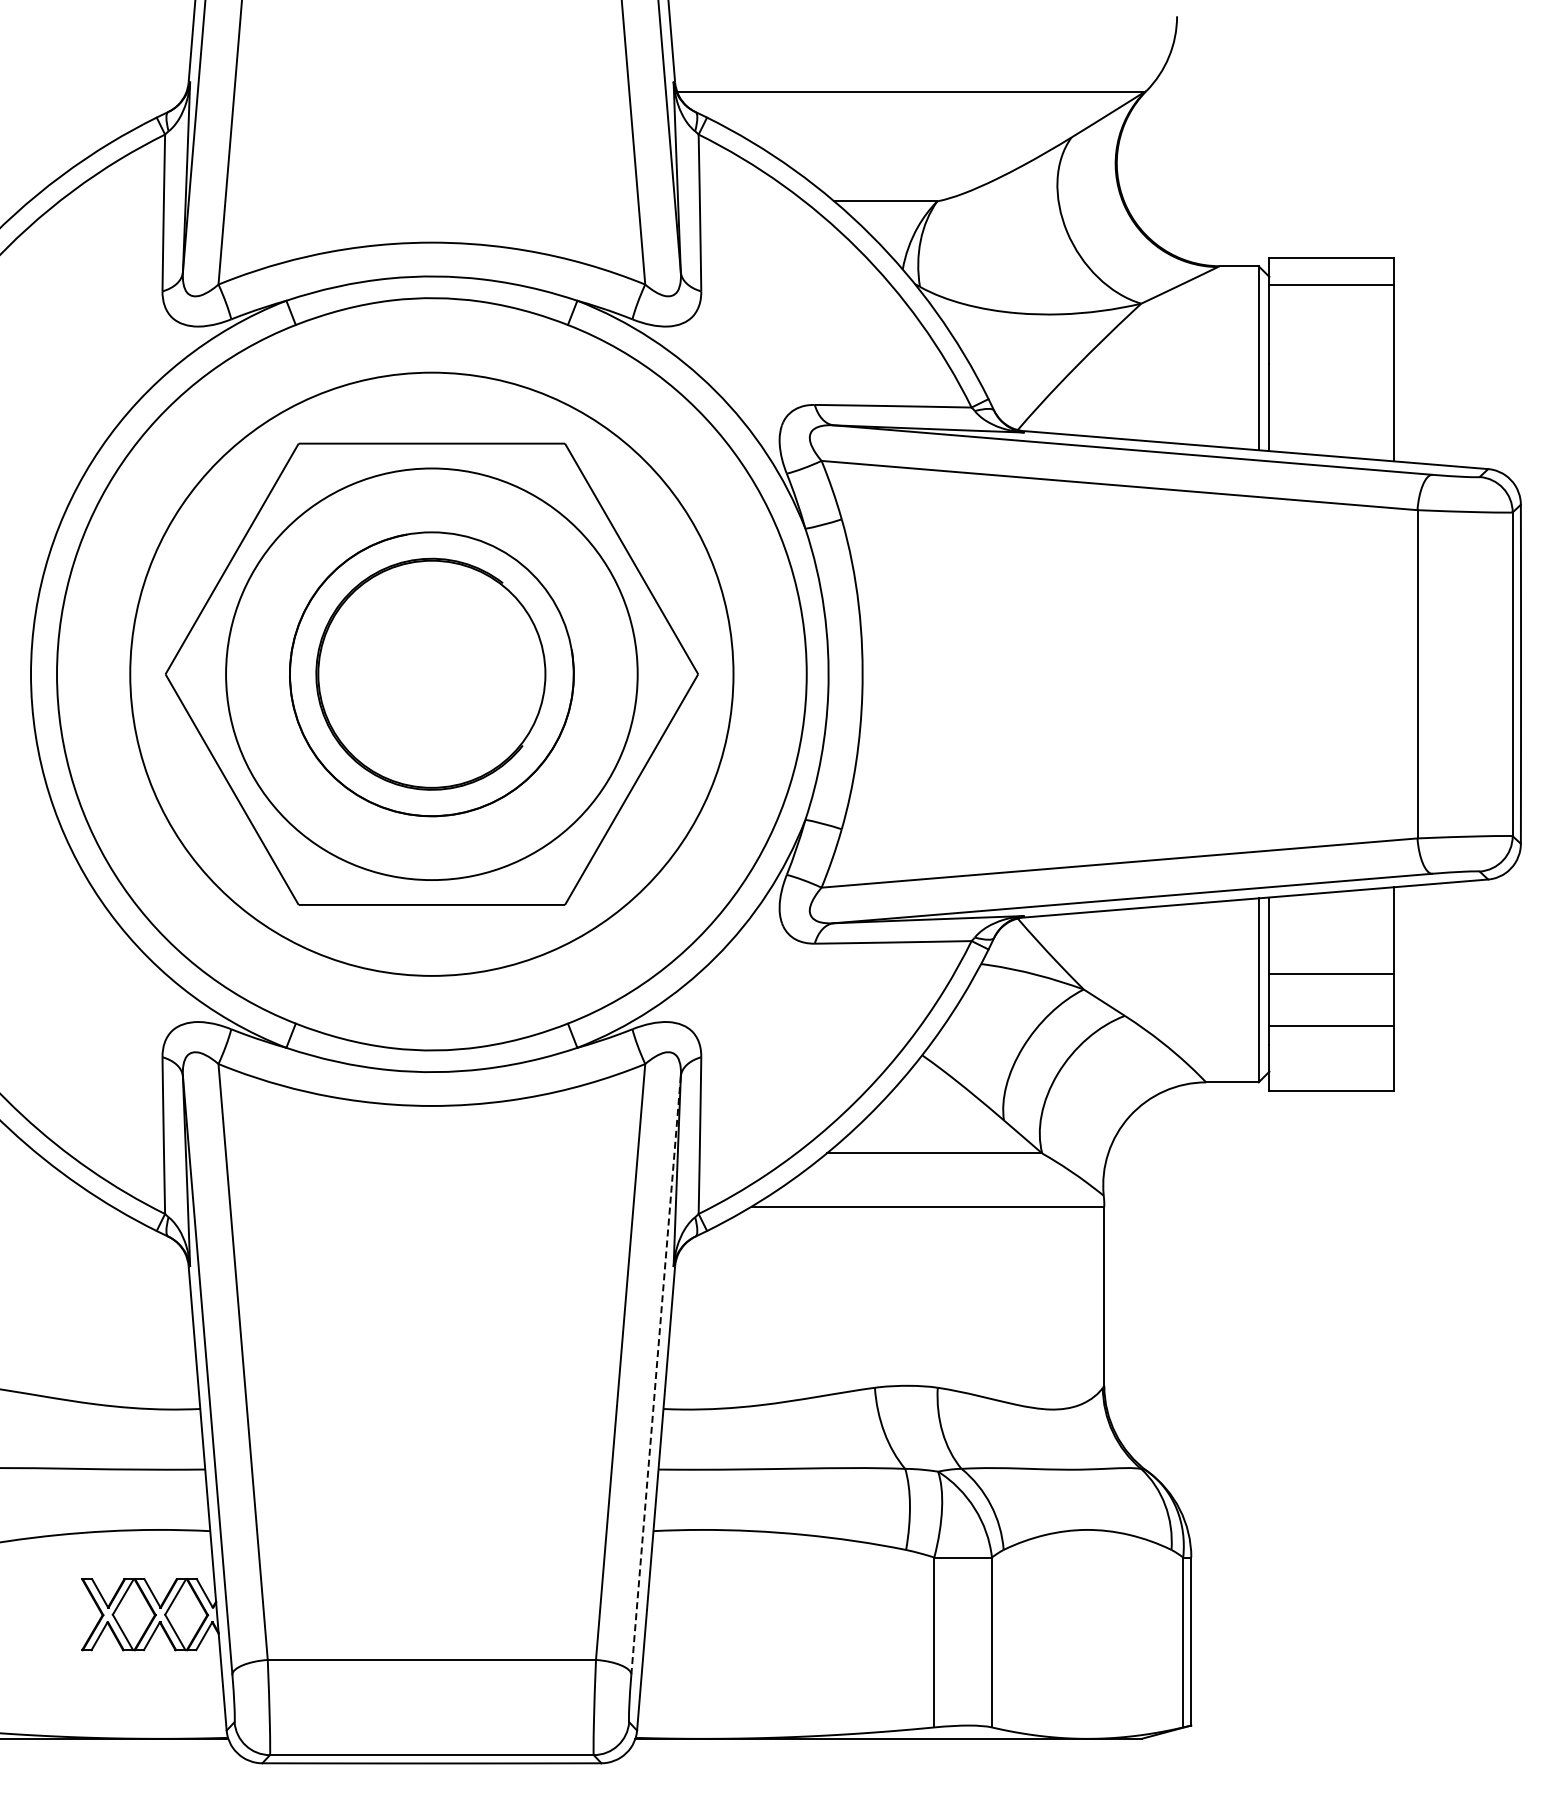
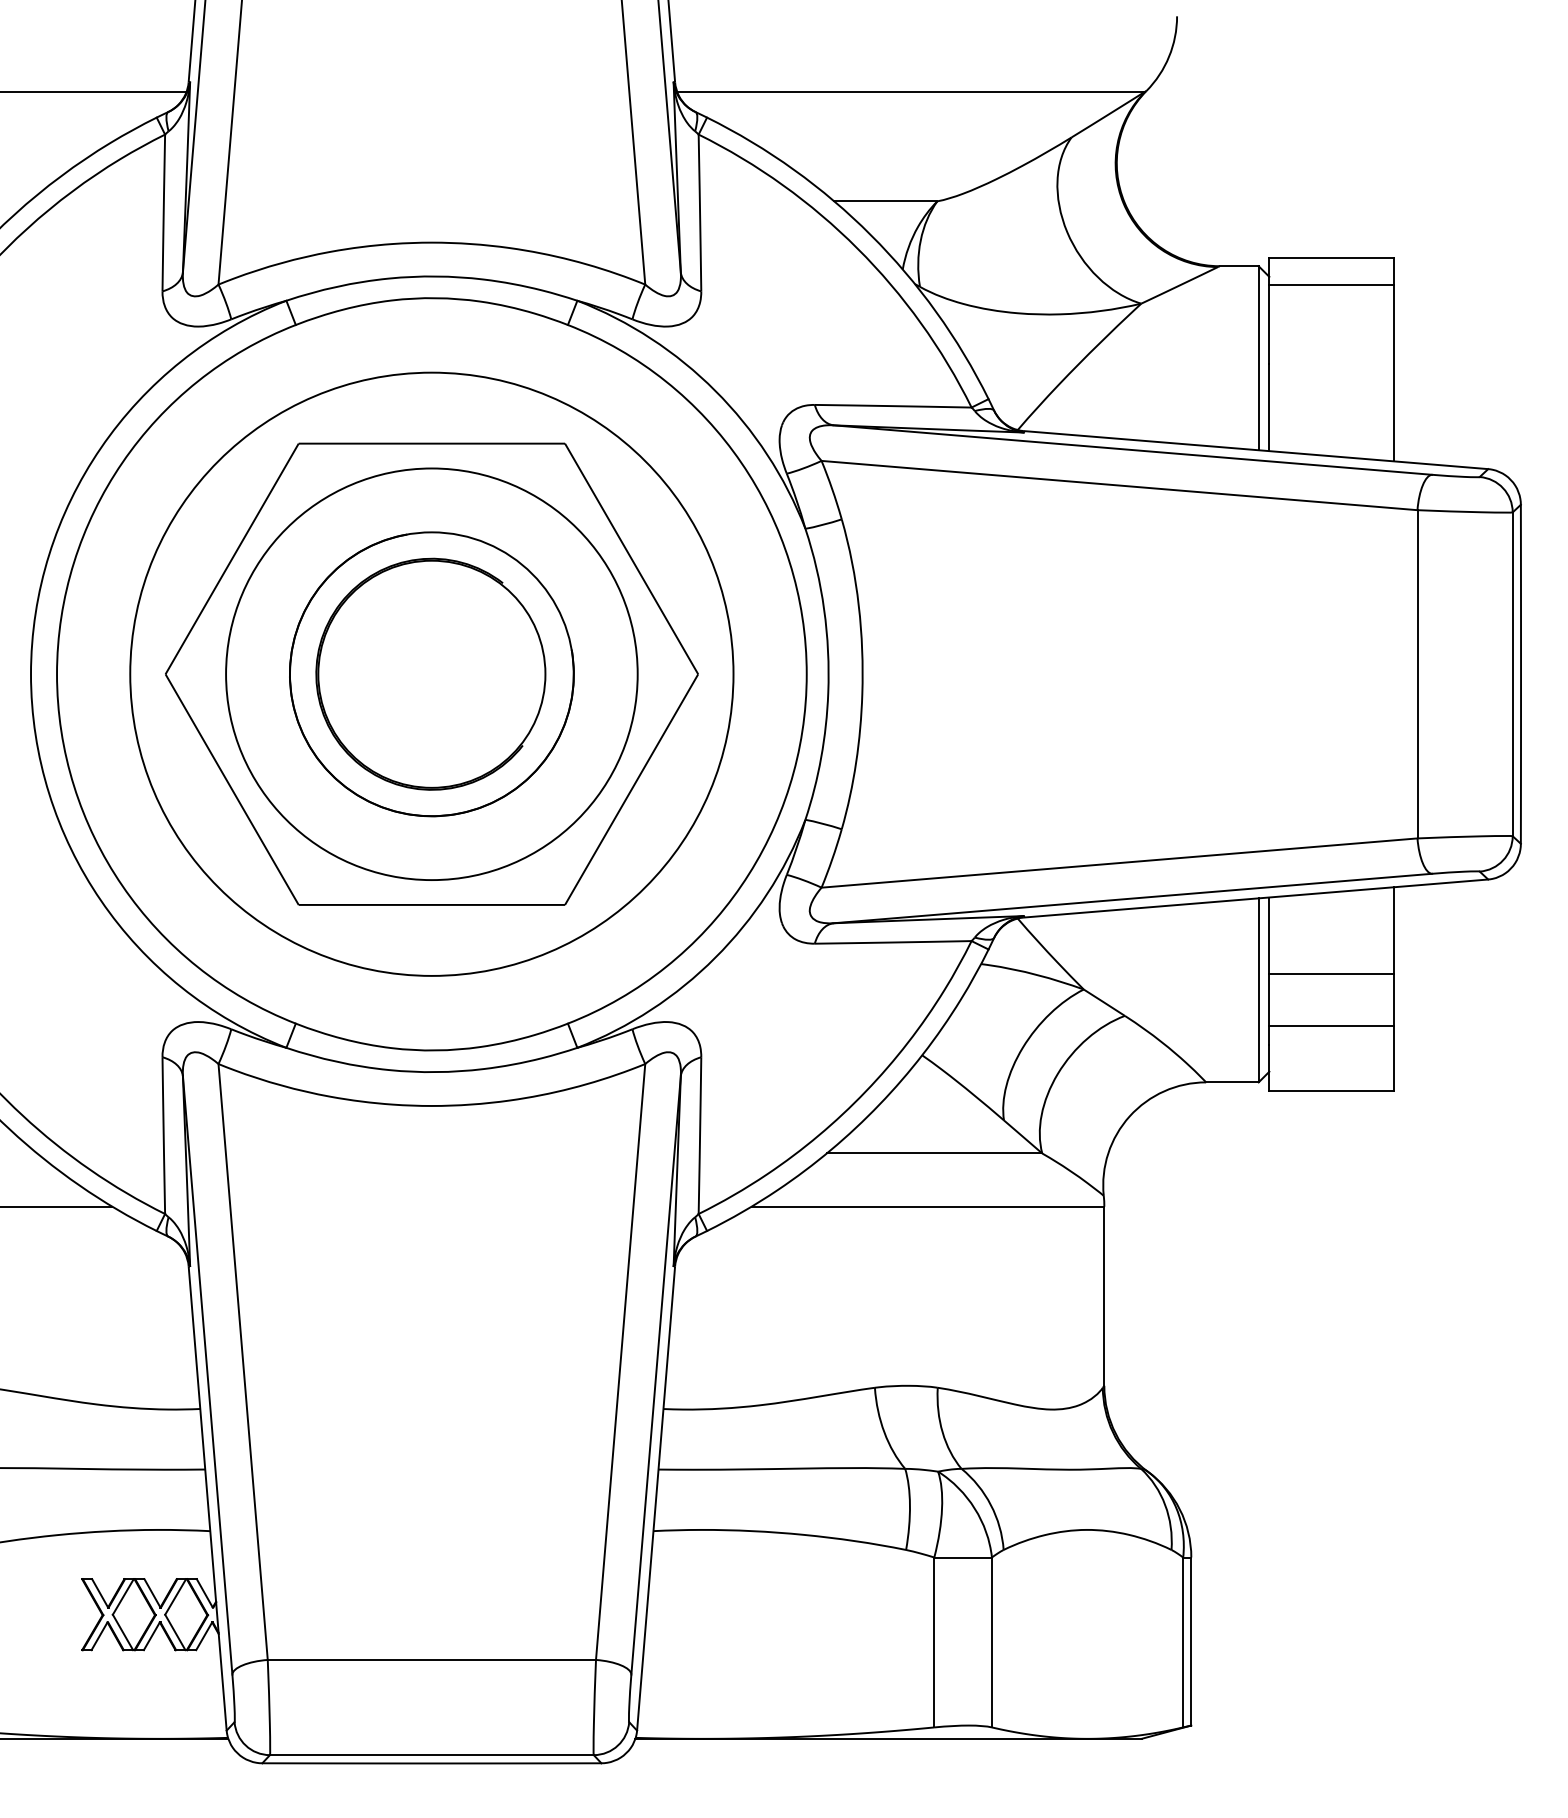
line at (94, 91): none -> present
line at (57, 1206): none -> present
line at (656, 1375): dashed -> solid
